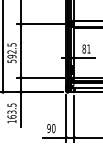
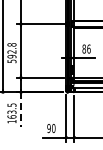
text at (11, 44): 592.5 -> 592.8
text at (88, 48): 81 -> 86
line at (21, 110): solid -> dashed
